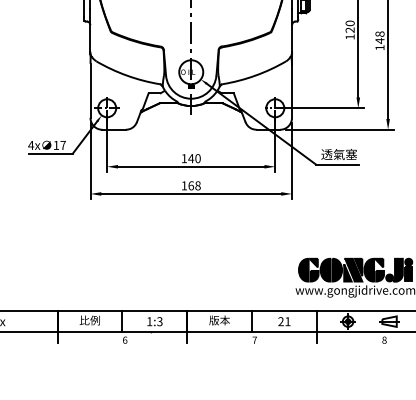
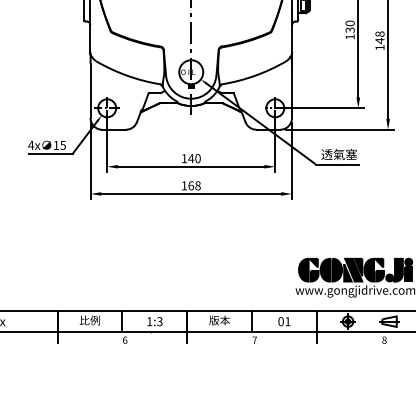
text at (350, 29): 120 -> 130
text at (62, 145): 17 -> 15
text at (280, 321): 21 -> 01
